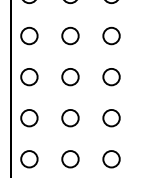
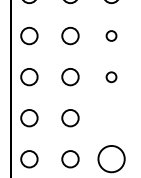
circle at (111, 35) size: 19x20 px -> 13x12 px
circle at (111, 77) size: 19x19 px -> 13x13 px
circle at (111, 118): present -> none
circle at (111, 159) size: 19x19 px -> 29x29 px
